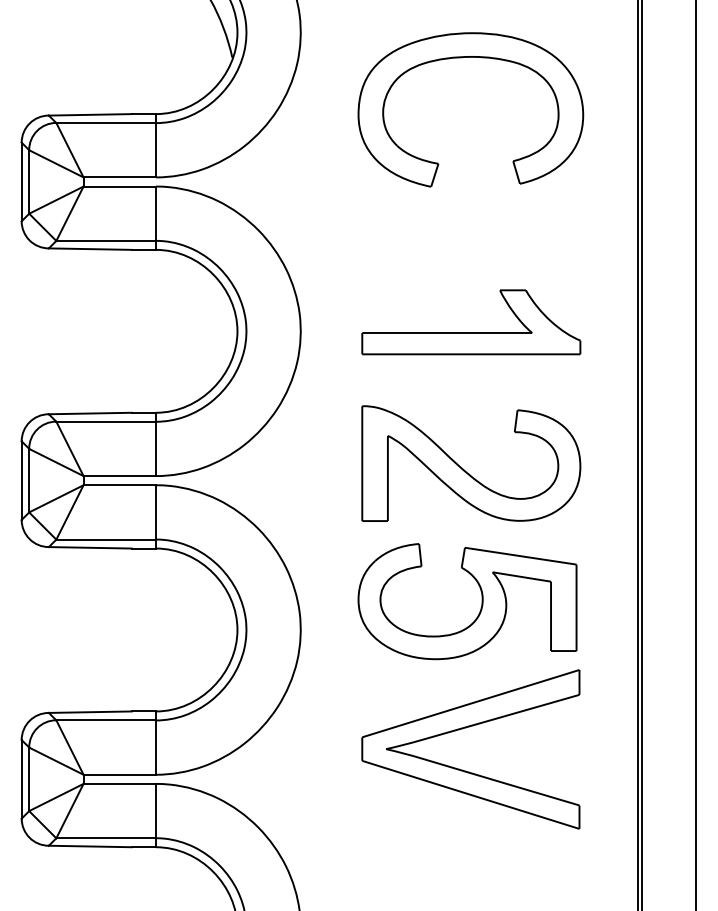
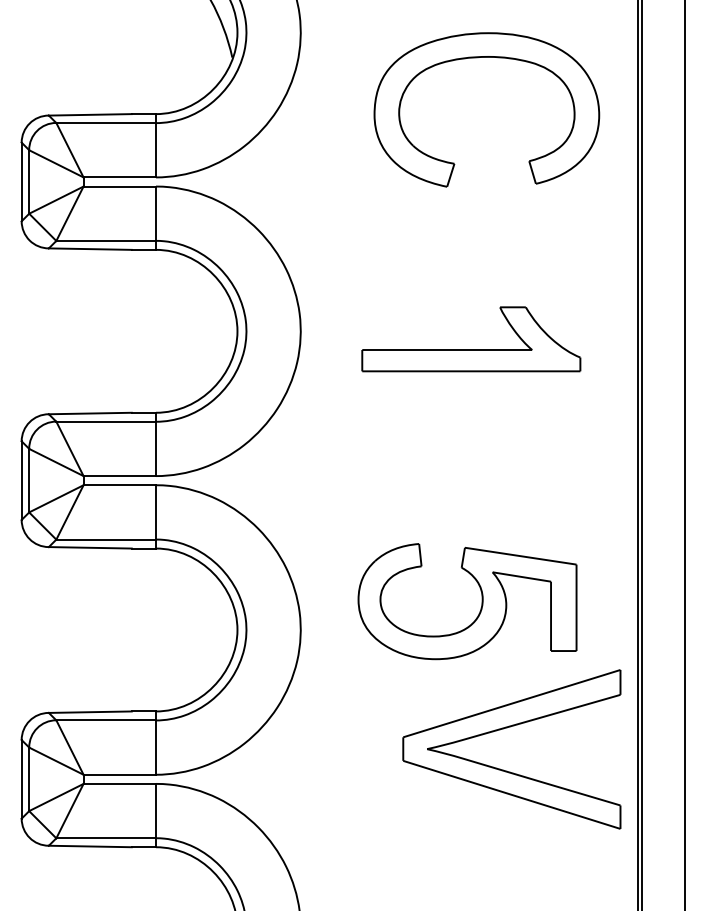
part at (461, 58) position: (461, 58) -> (477, 58)
part at (471, 332) position: (471, 332) -> (471, 349)
line at (696, 454) position: (696, 454) -> (685, 454)
part at (464, 469): present -> none
part at (466, 728) position: (466, 728) -> (507, 728)
